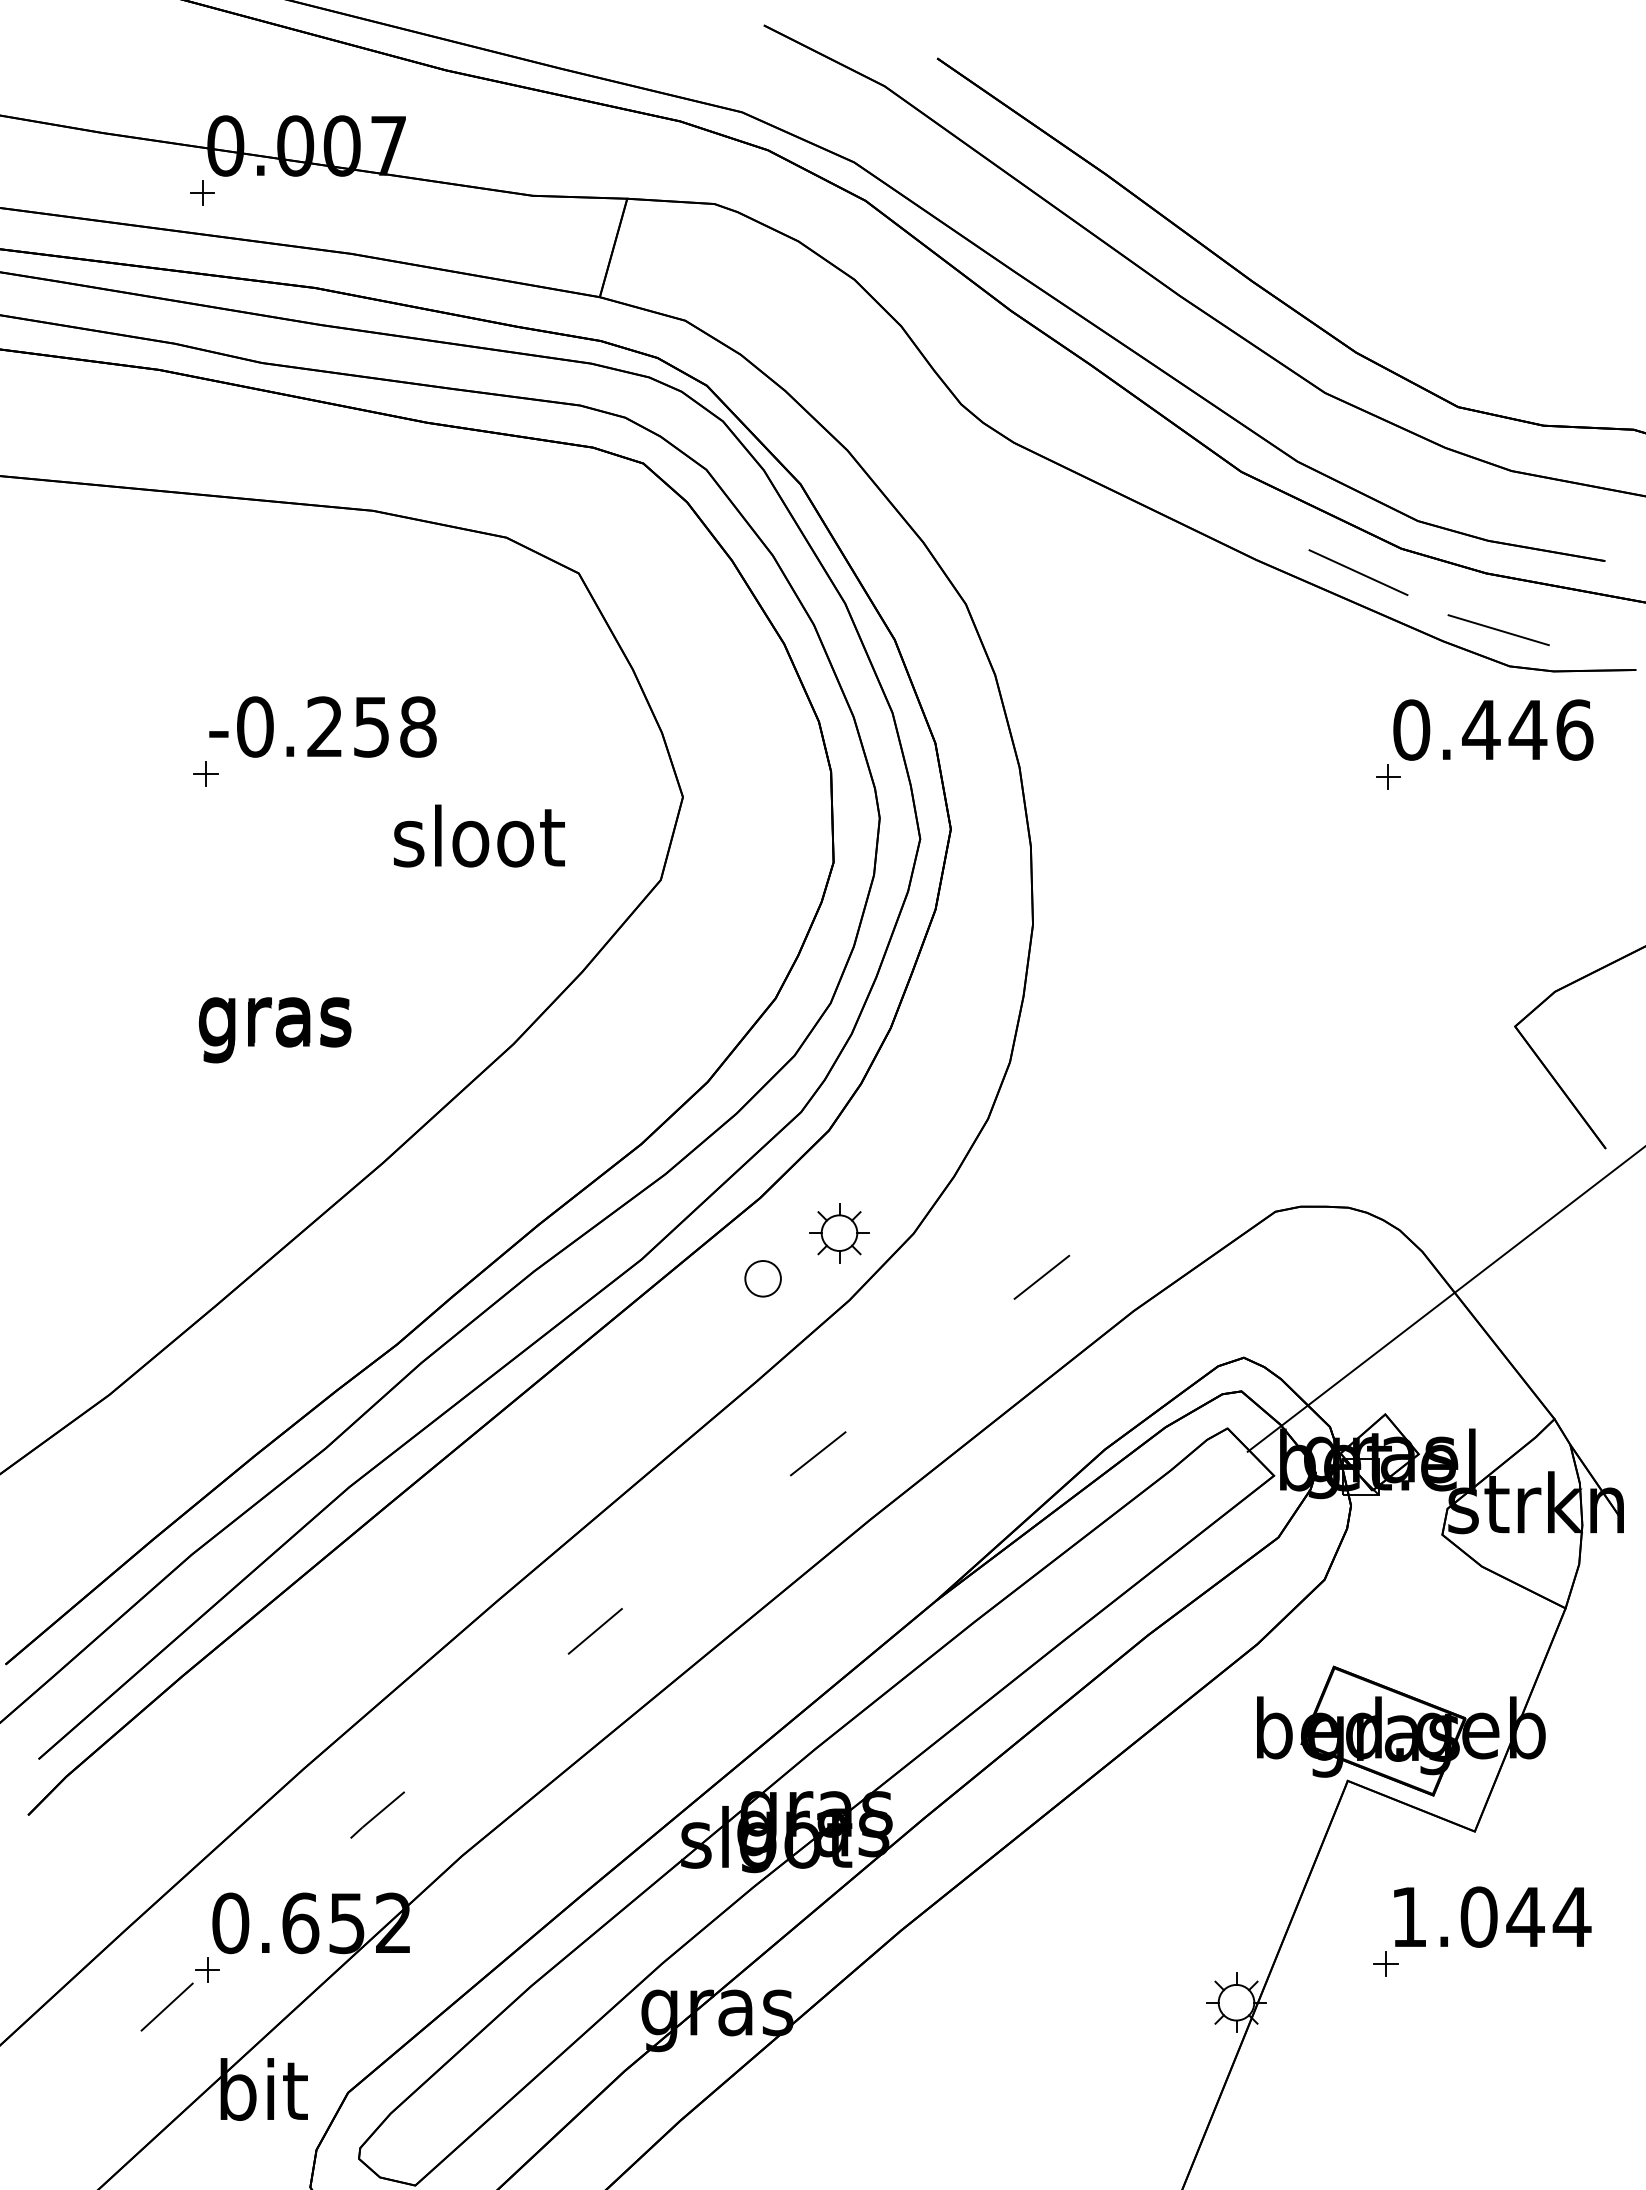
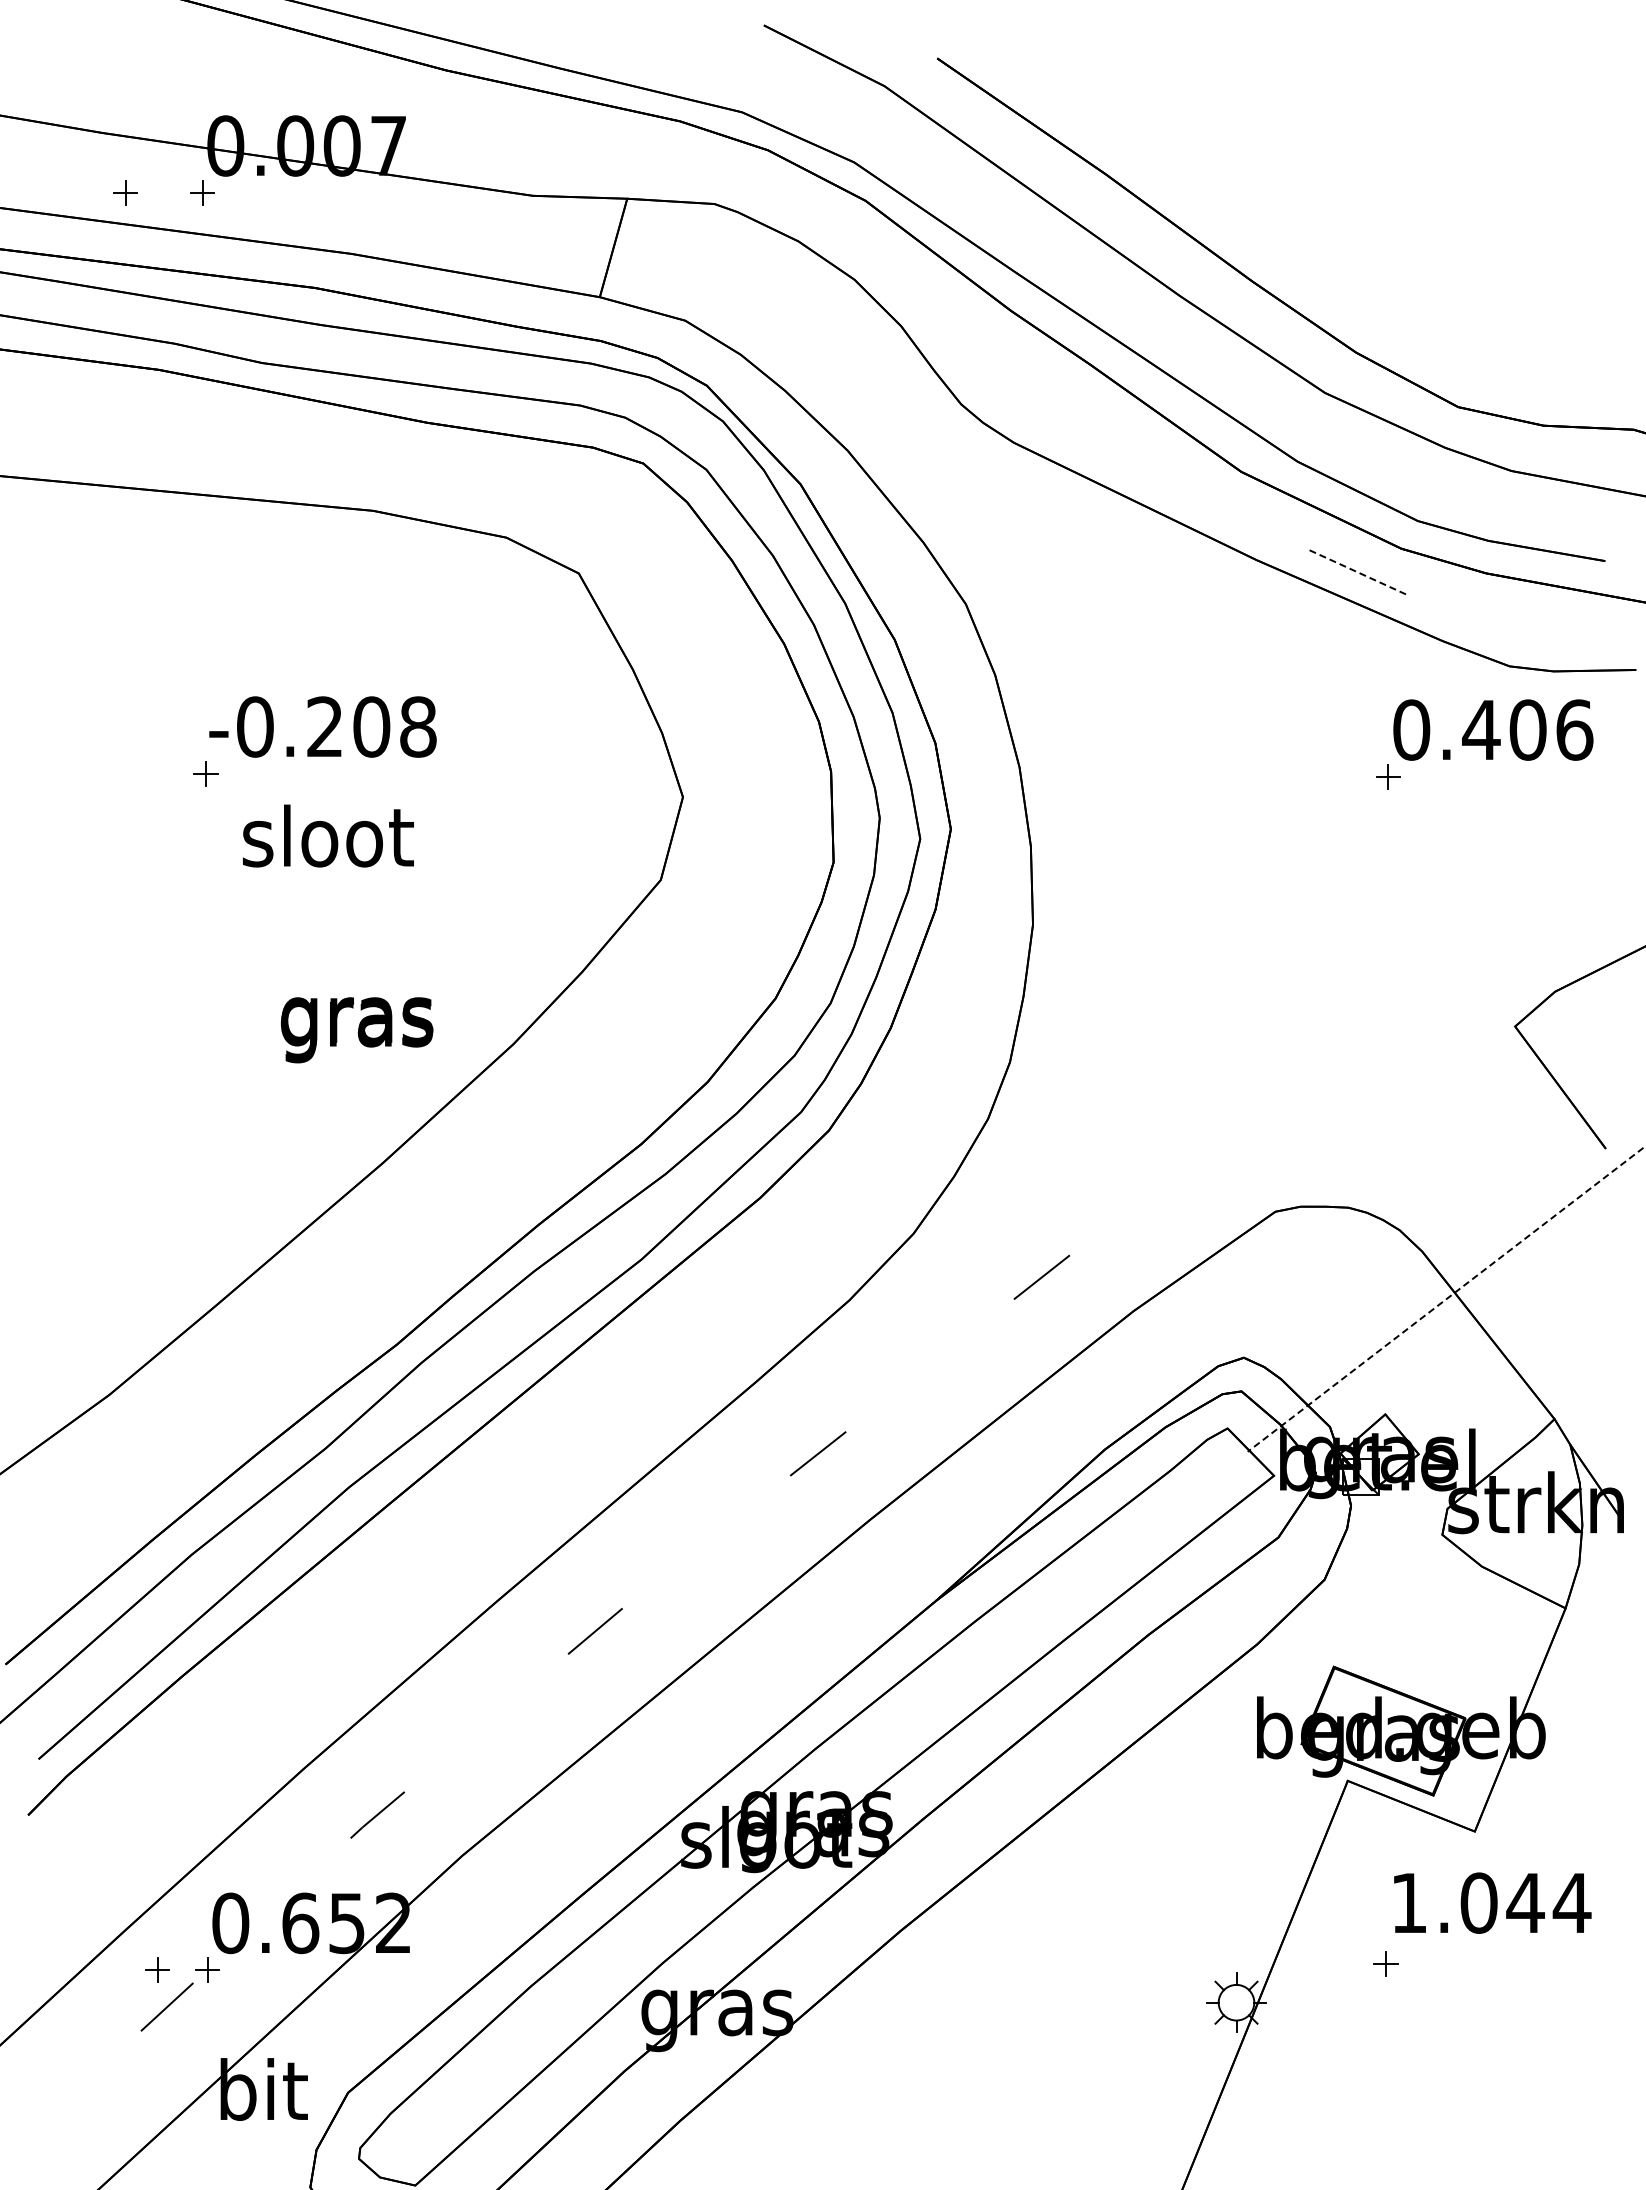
part at (125, 192): none -> present
line at (1358, 572): solid -> dashed
line at (1498, 630): present -> none
text at (371, 726): -0.258 -> -0.208
text at (1527, 729): 0.446 -> 0.406
text at (479, 835) position: (479, 835) -> (328, 835)
text at (275, 1030) position: (275, 1030) -> (357, 1030)
part at (839, 1233): present -> none
part at (762, 1278): present -> none
line at (1446, 1299): solid -> dashed
text at (1492, 1916) position: (1492, 1916) -> (1492, 1902)
part at (157, 1969): none -> present
